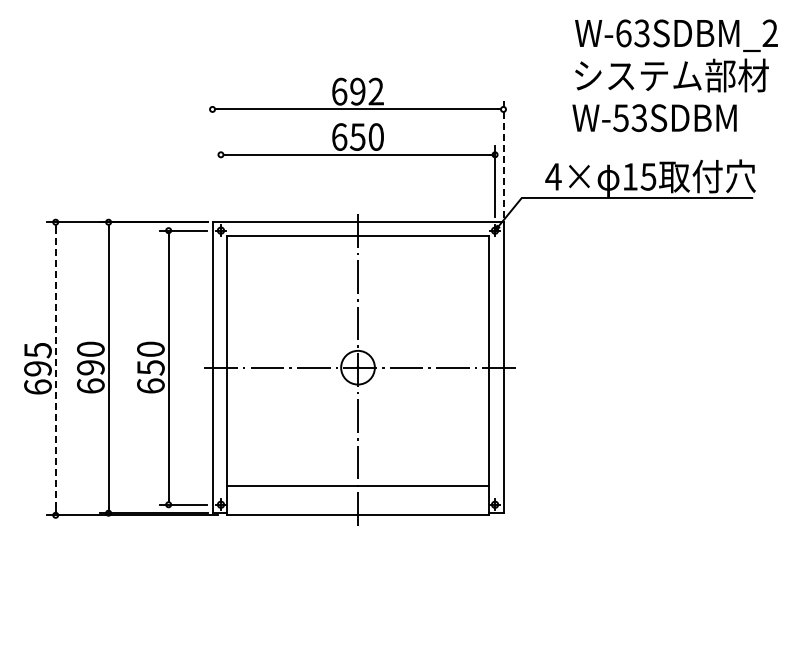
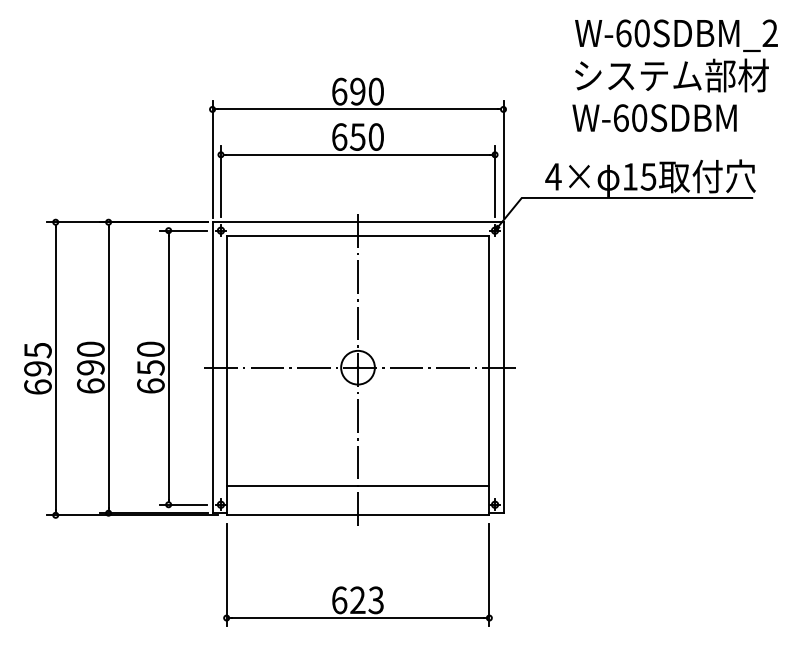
text at (641, 33): W-63SDBM_2 -> W-60SDBM_2
text at (375, 91): 692 -> 690
text at (630, 118): W-53SDBM -> W-60SDBM
line at (212, 159): none -> present
line at (503, 159): dashed -> solid
line at (220, 181): none -> present
line at (55, 369): dashed -> solid
part at (357, 586): none -> present
